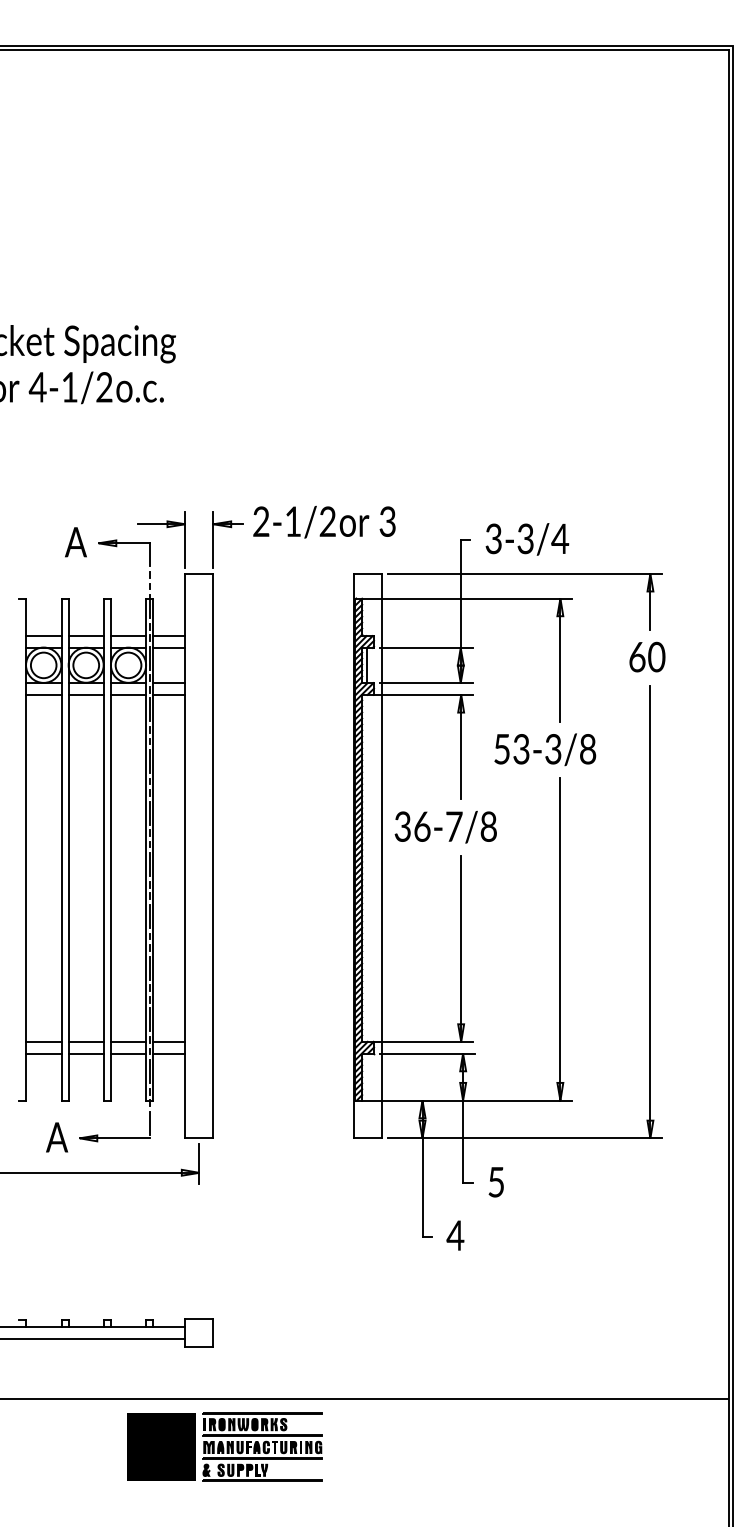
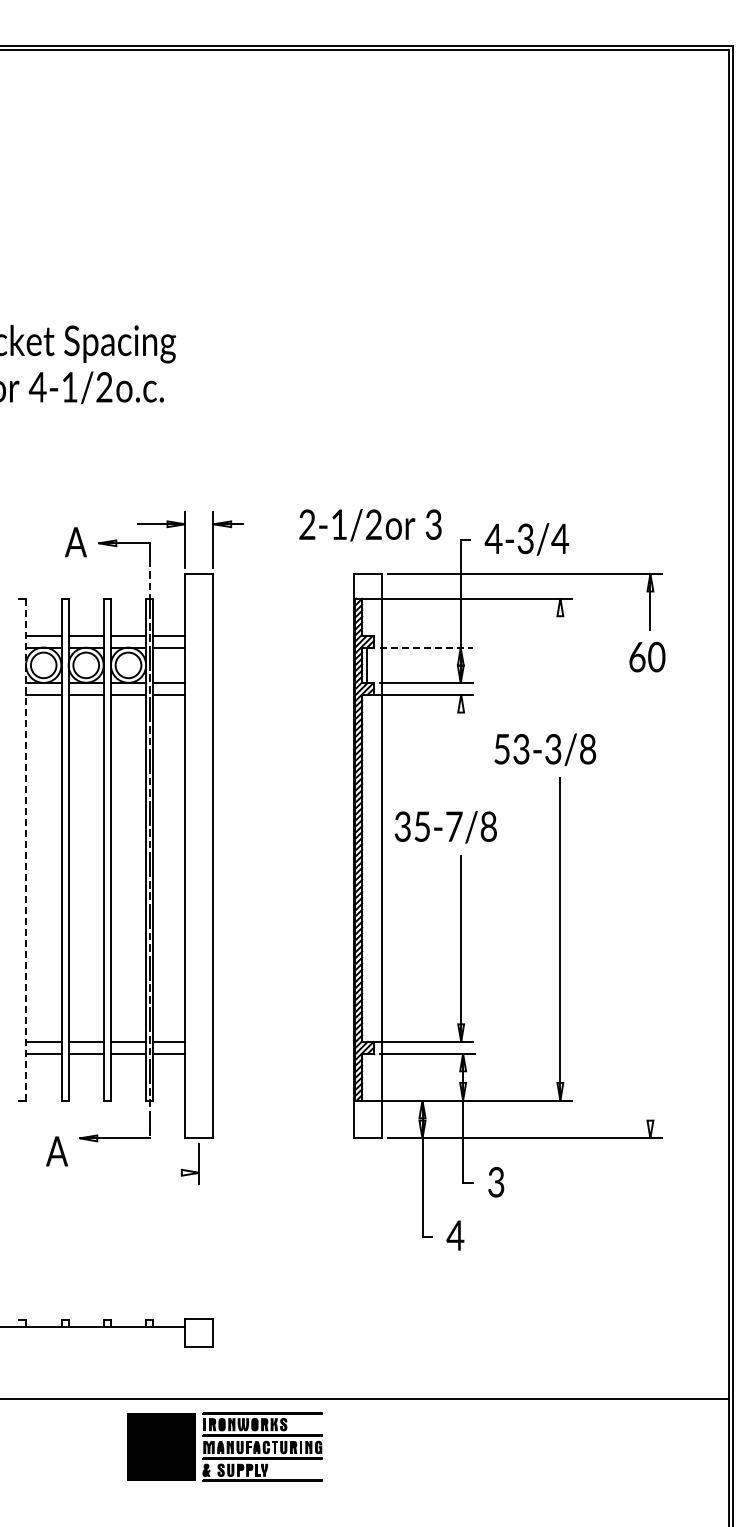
text at (324, 521) position: (324, 521) -> (370, 524)
text at (493, 538): 3-3/4 -> 4-3/4
line at (426, 647): solid -> dashed
line at (560, 660): present -> none
line at (461, 746): present -> none
text at (422, 826): 36-7/8 -> 35-7/8
line at (26, 849): solid -> dashed
line at (650, 912): present -> none
text at (57, 1137) position: (57, 1137) -> (57, 1151)
line at (100, 1172): present -> none
text at (496, 1182): 5 -> 3
line at (93, 1338): present -> none
